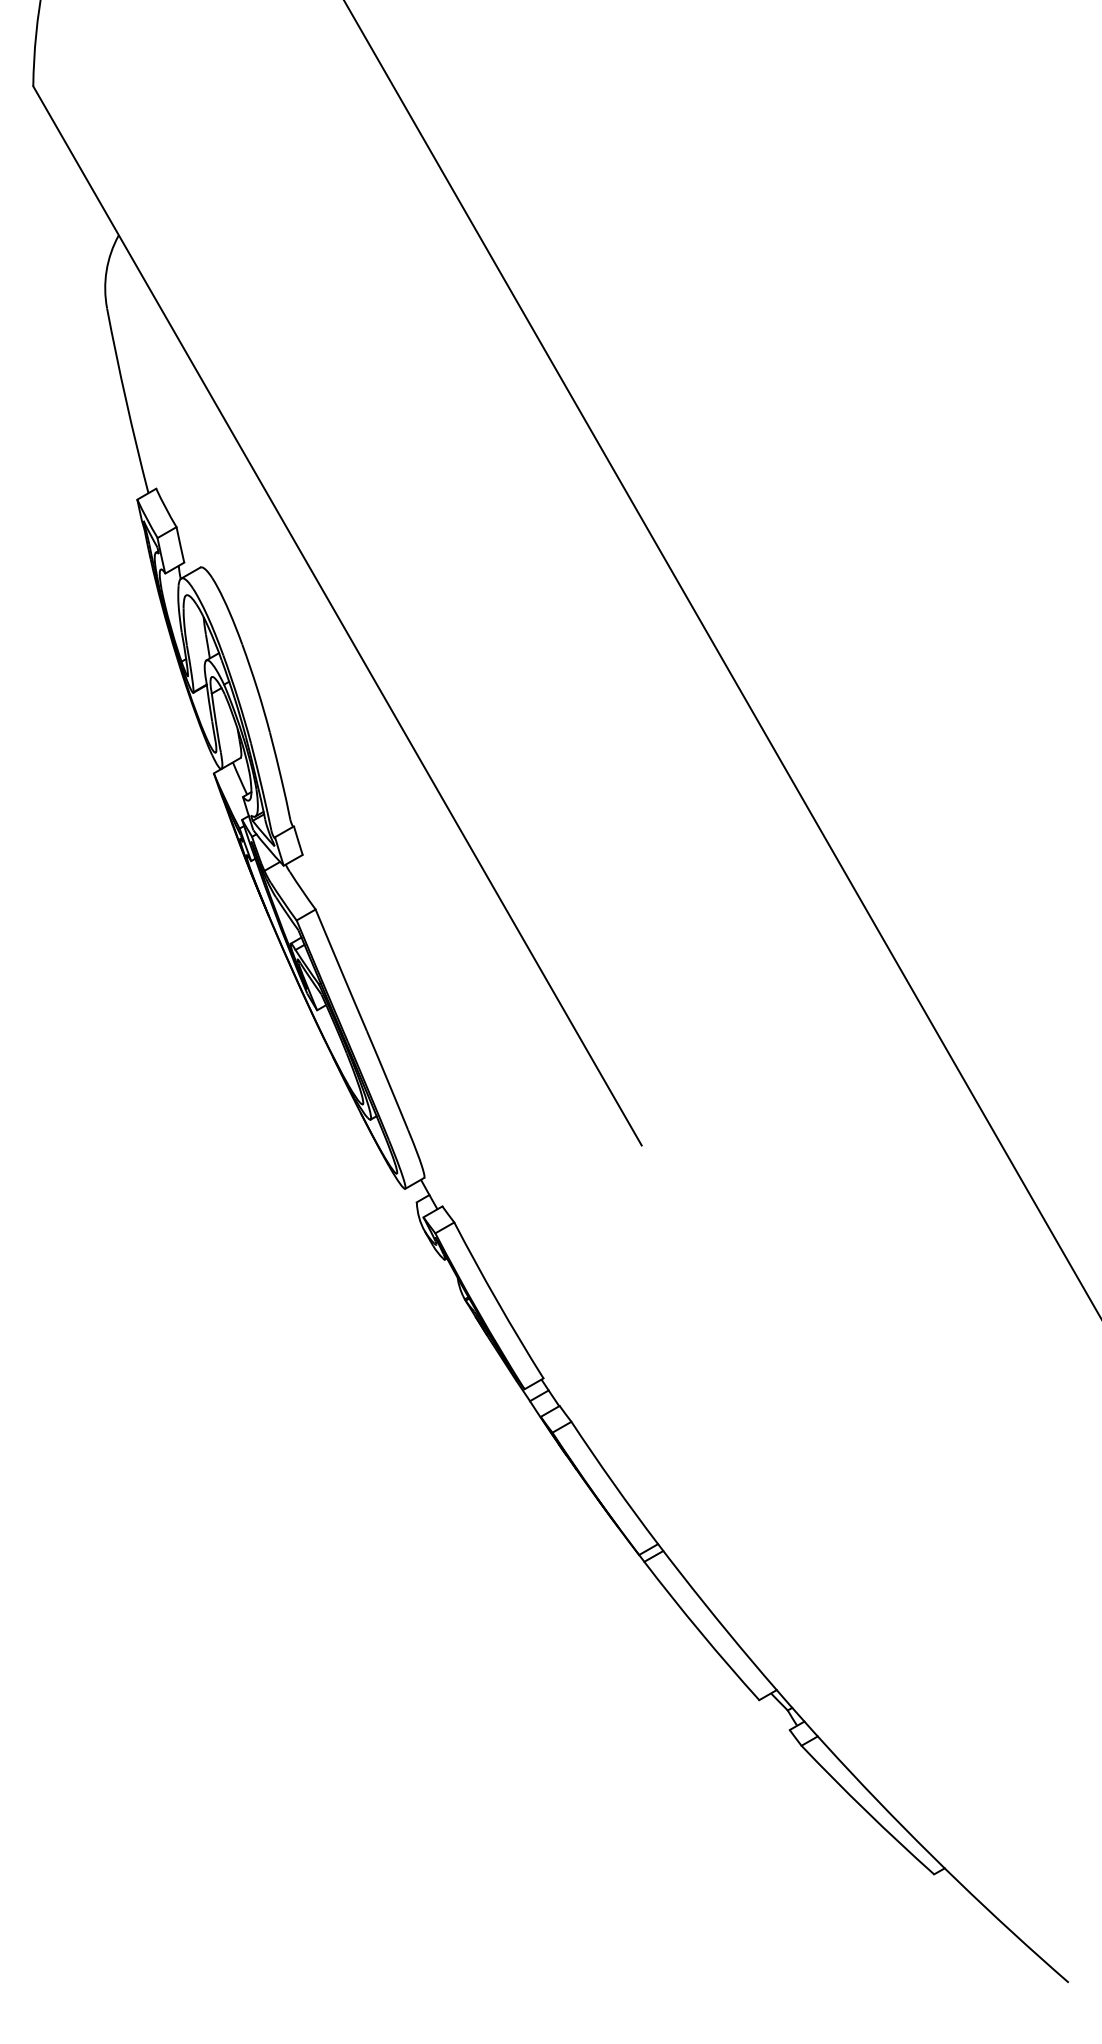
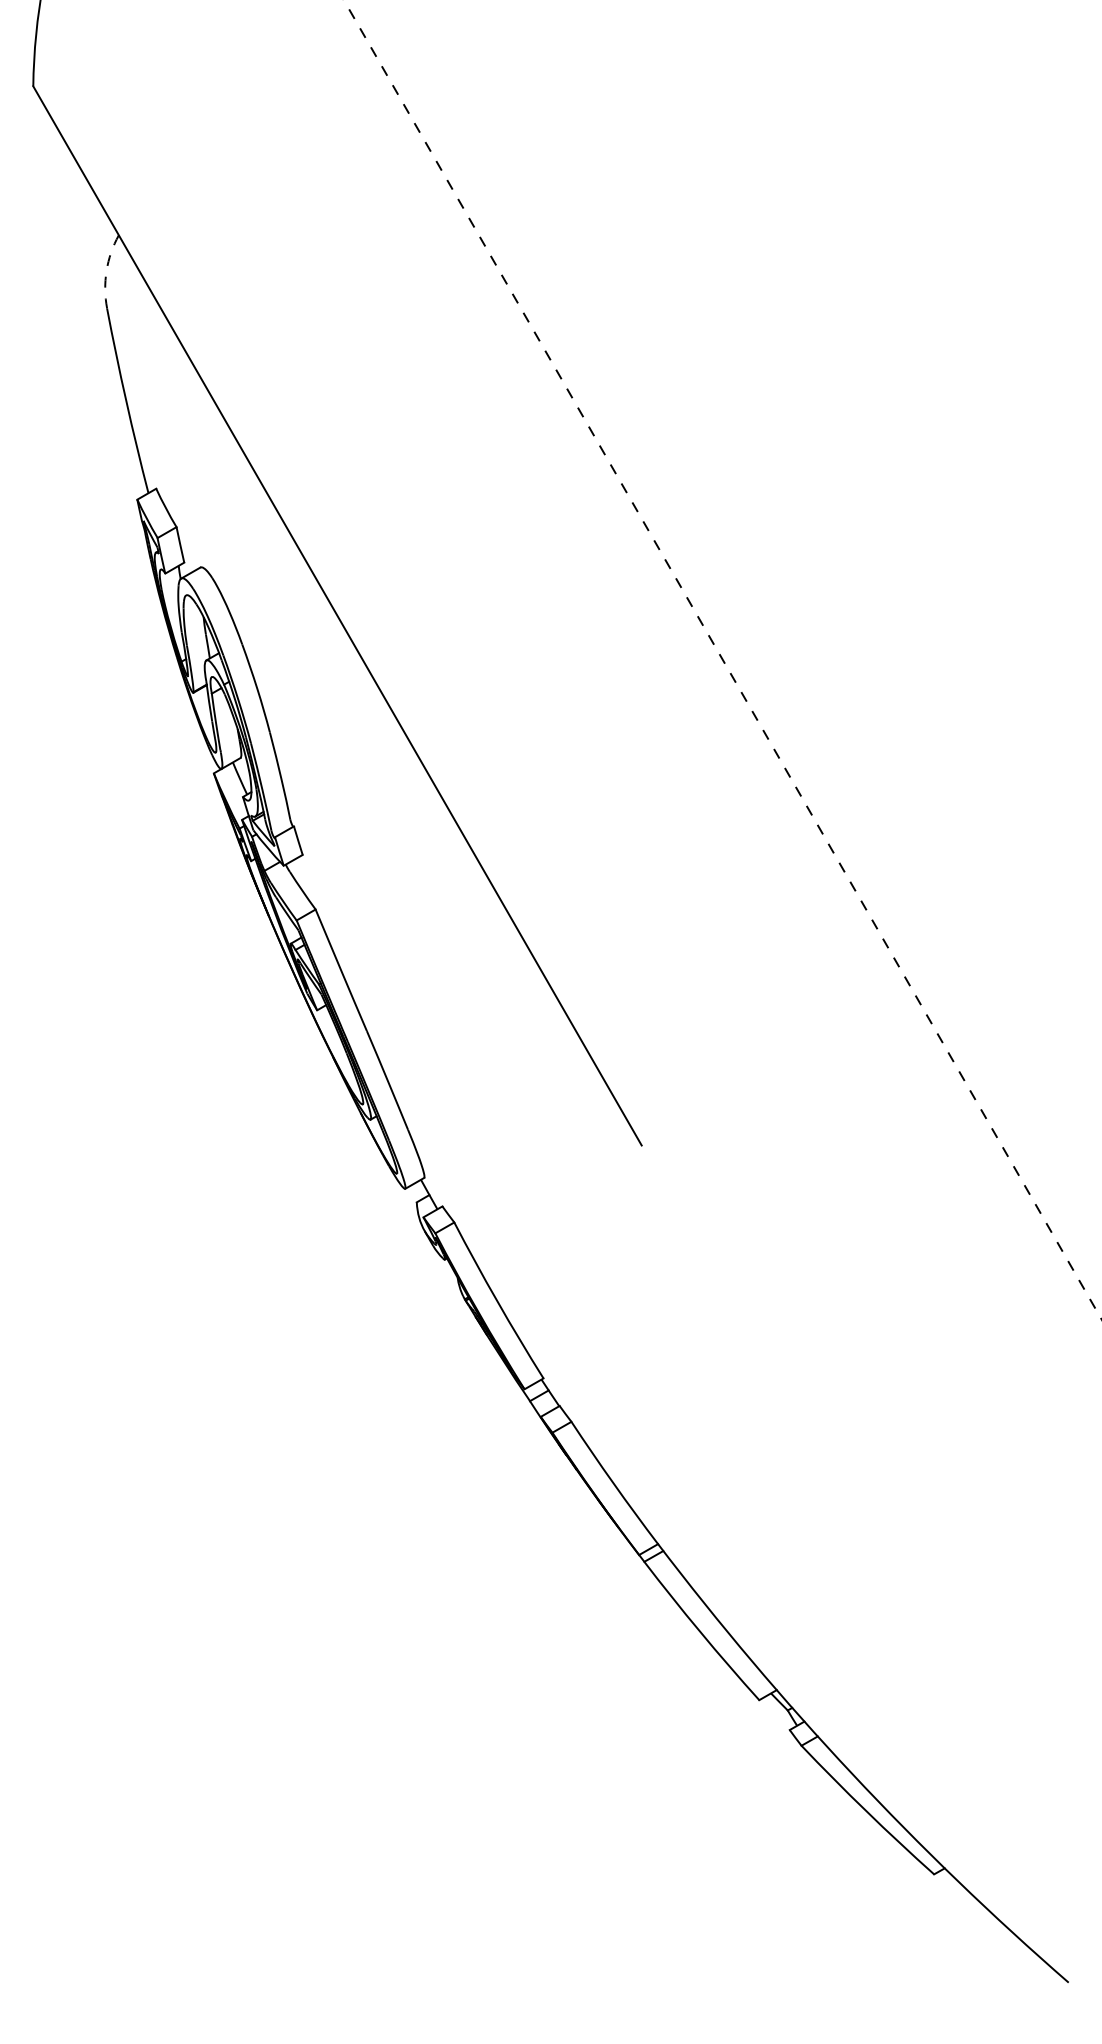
arc at (106, 270): solid -> dashed
line at (723, 660): solid -> dashed
